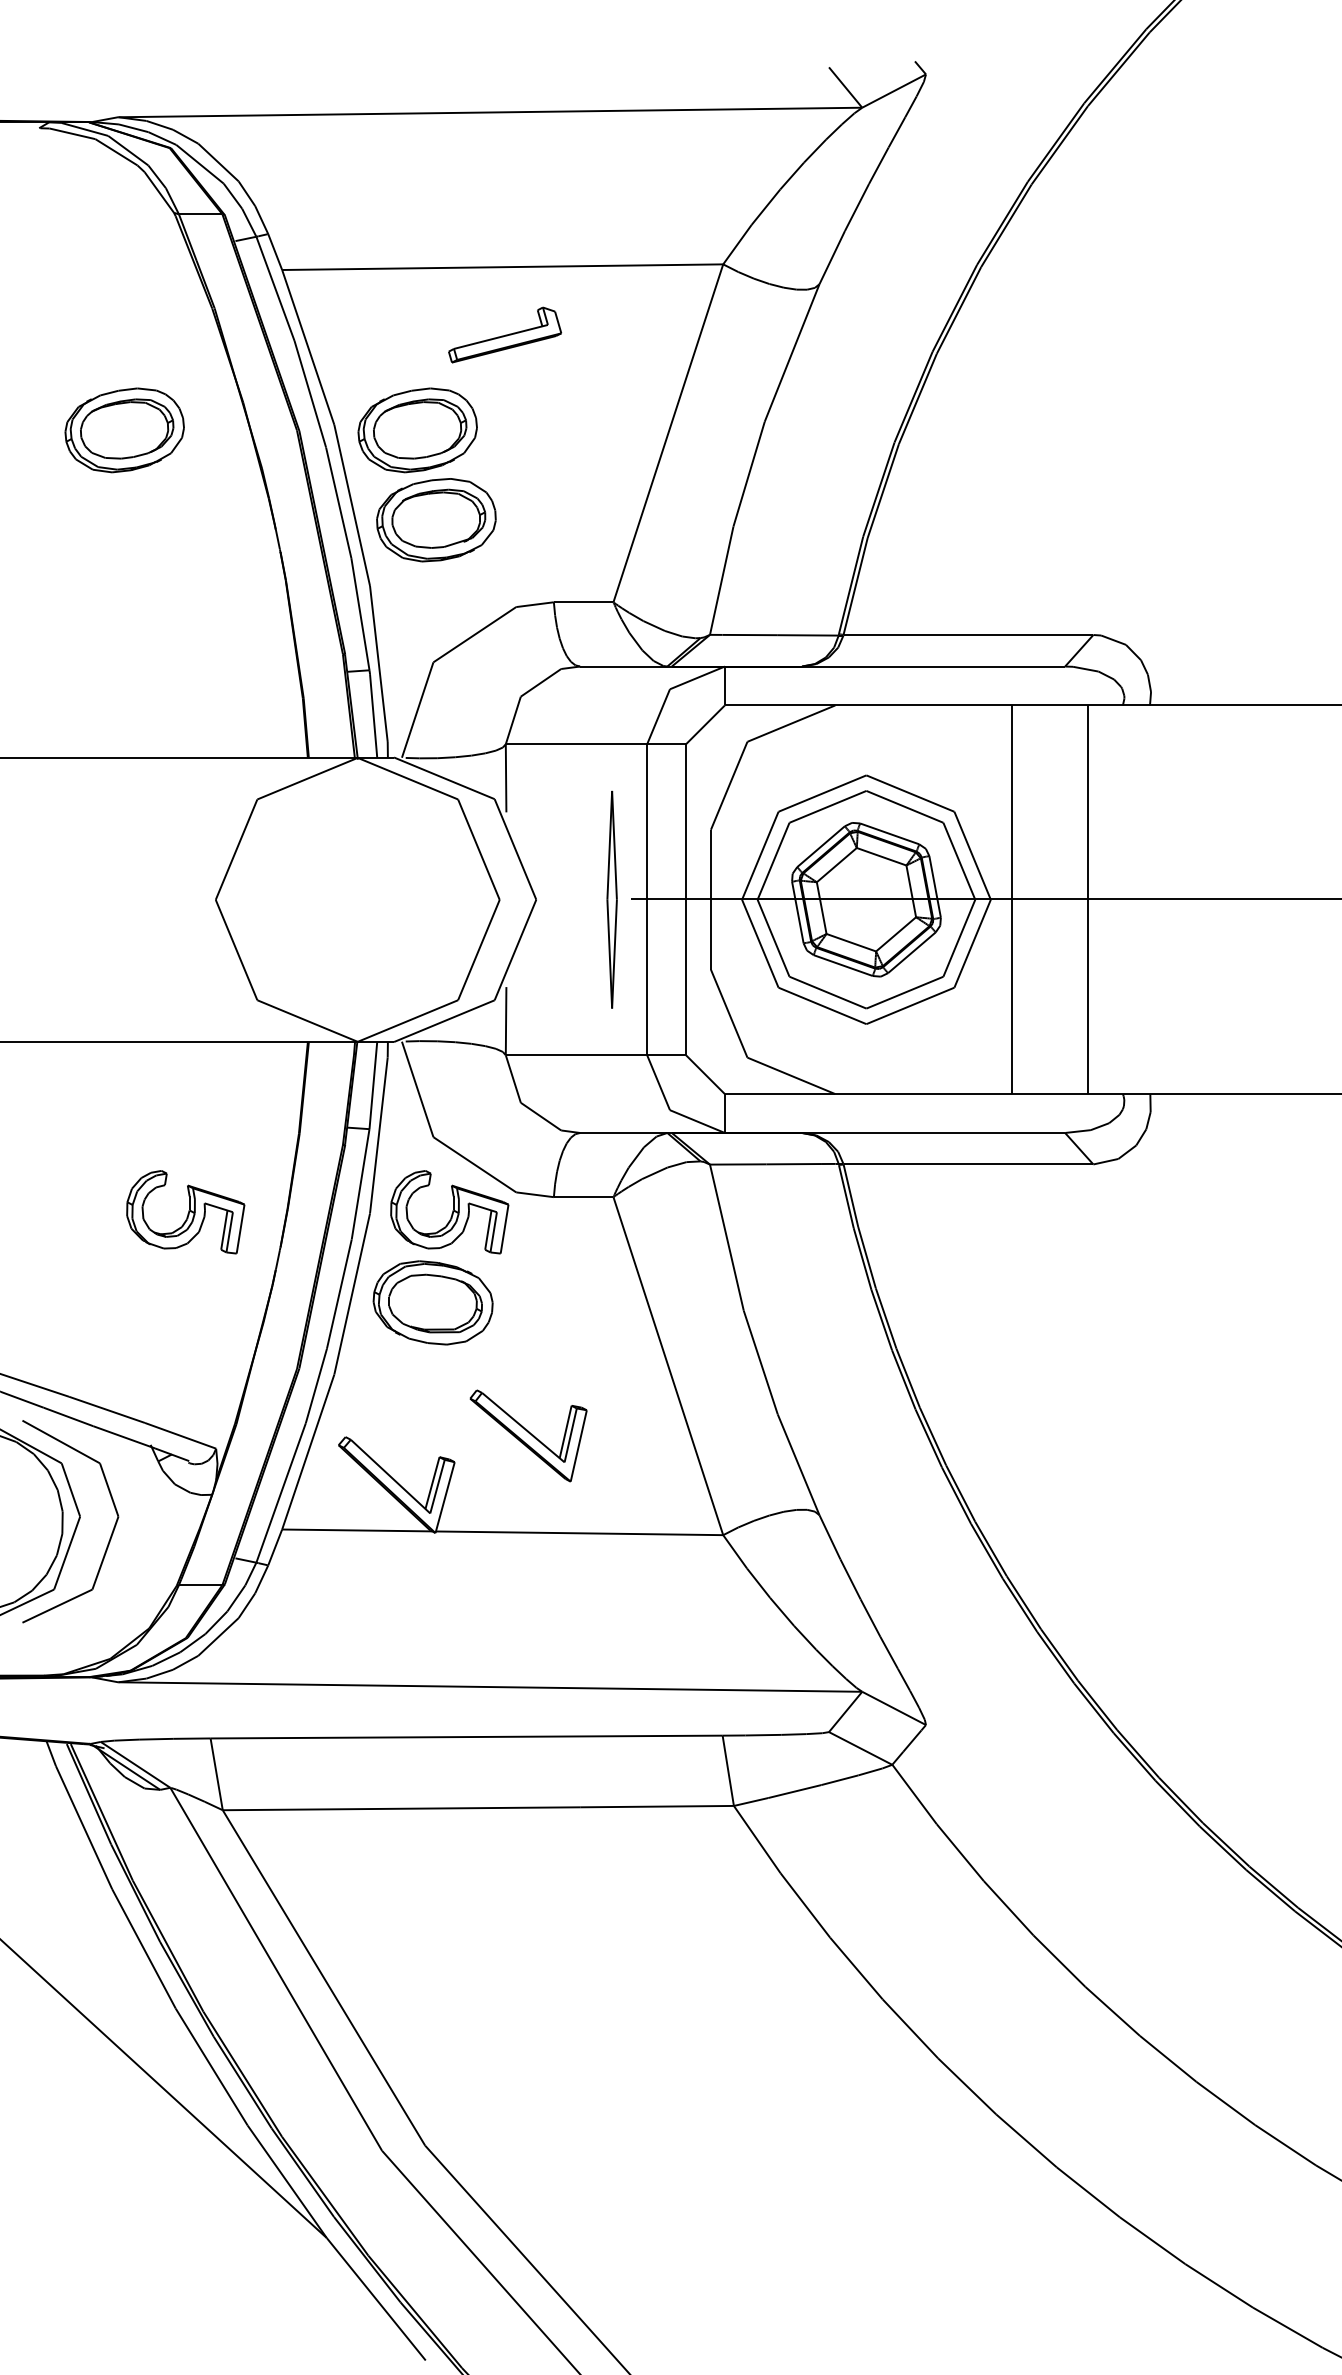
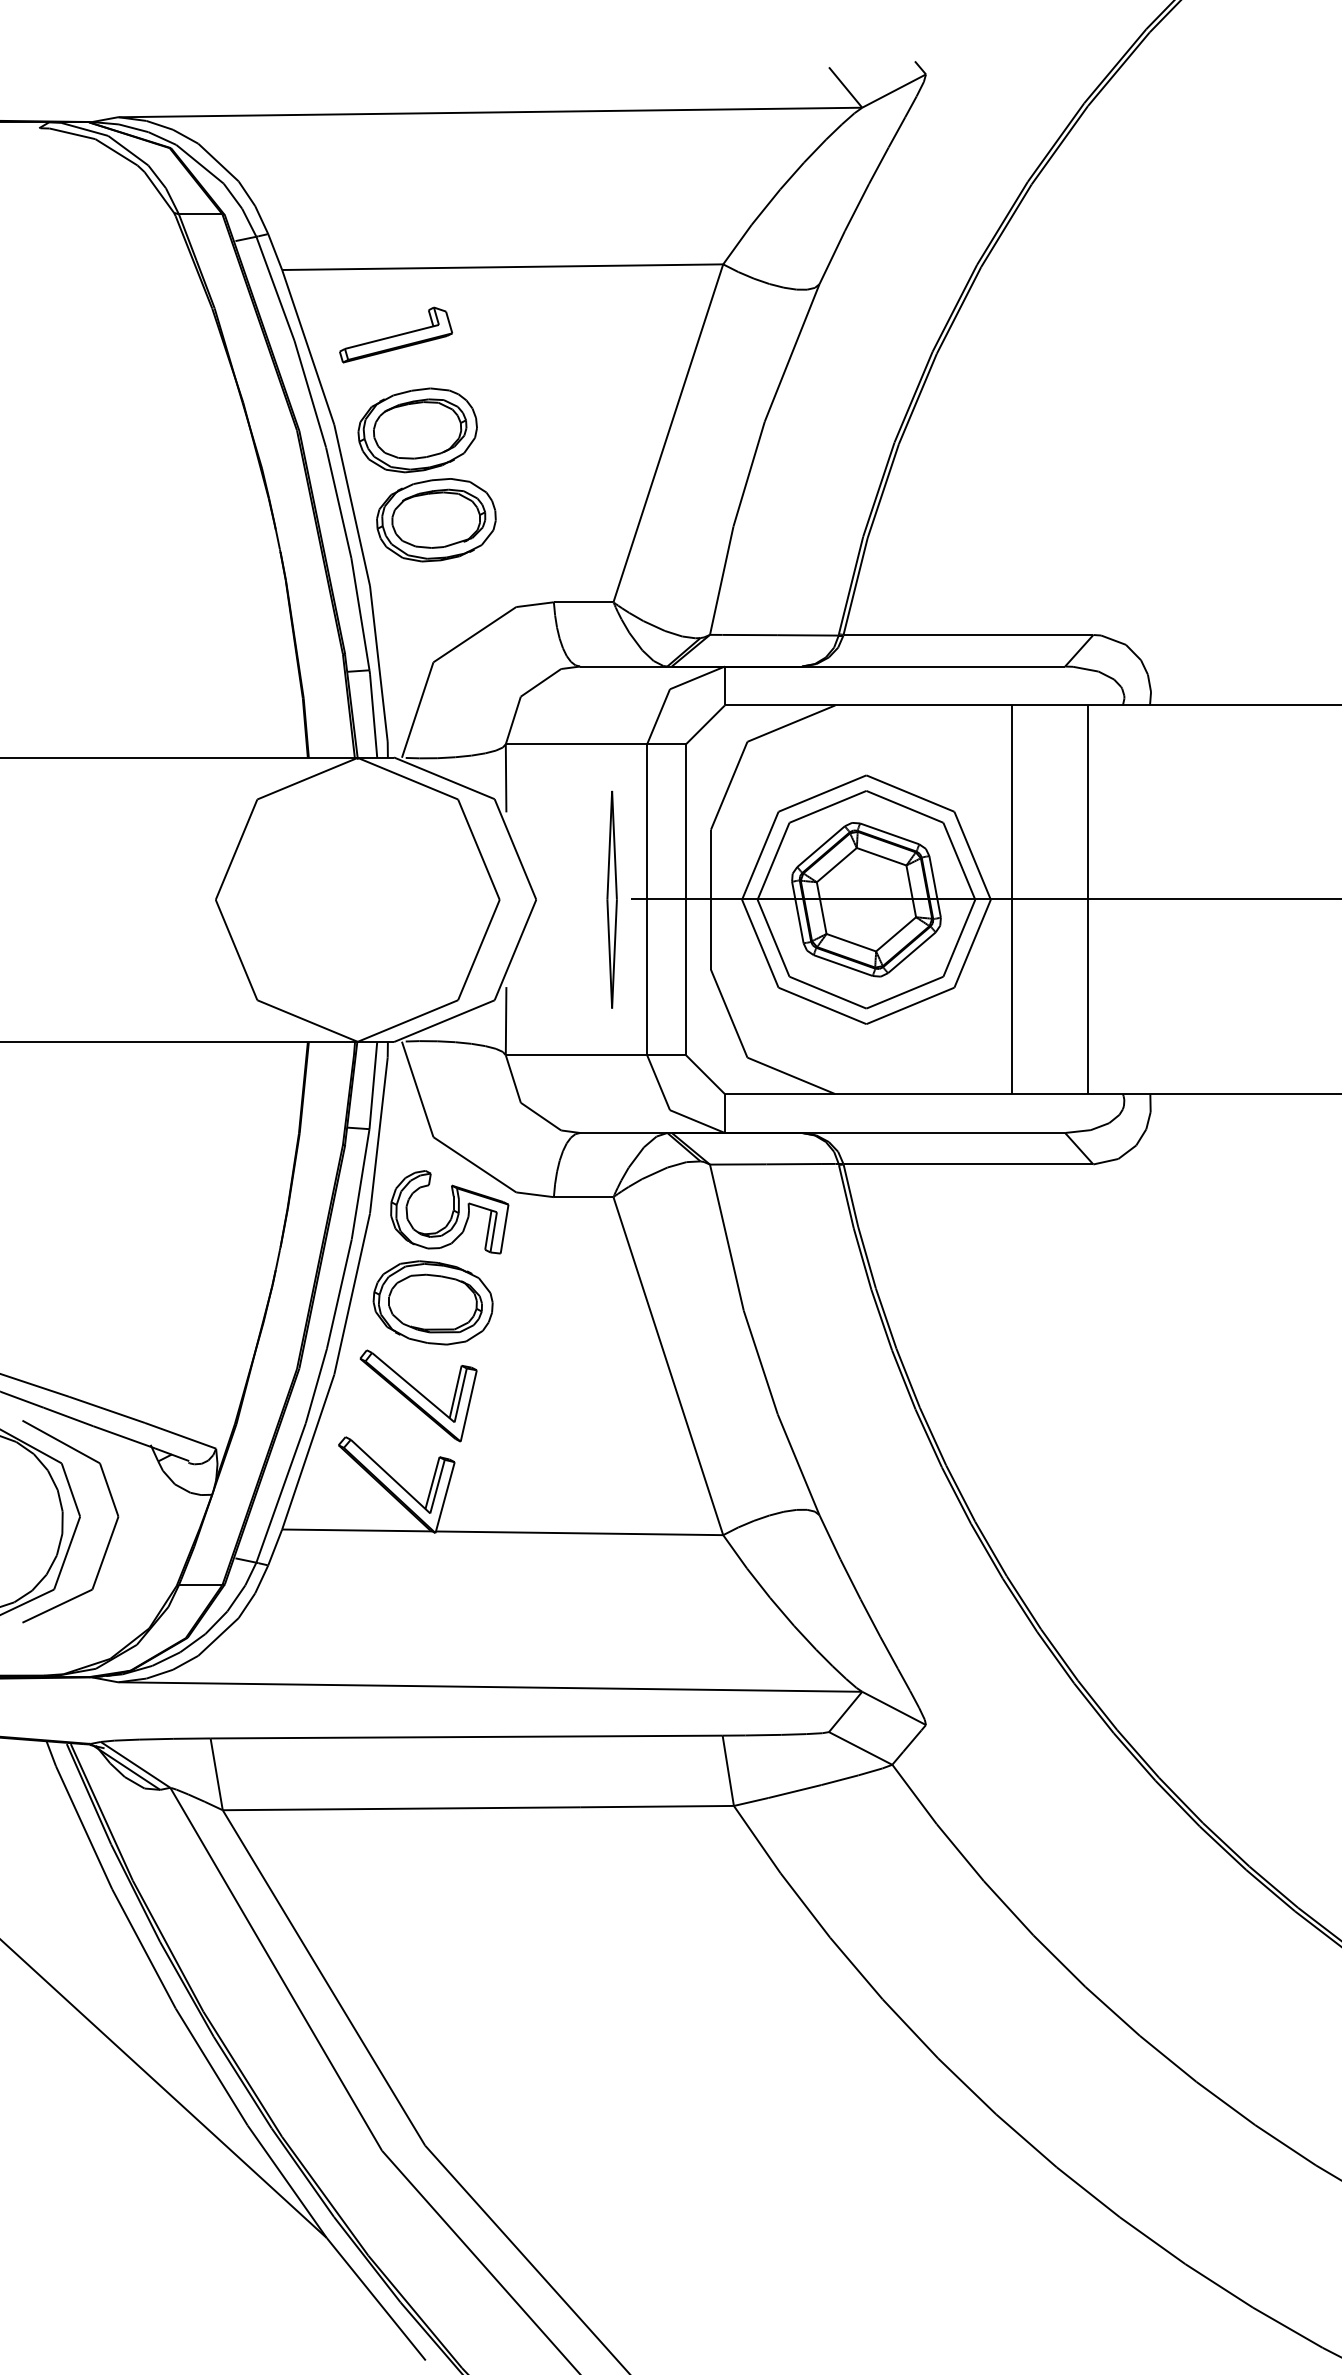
part at (505, 334) position: (505, 334) -> (396, 334)
part at (124, 430): present -> none
part at (185, 1212): present -> none
part at (528, 1435) position: (528, 1435) -> (418, 1395)
